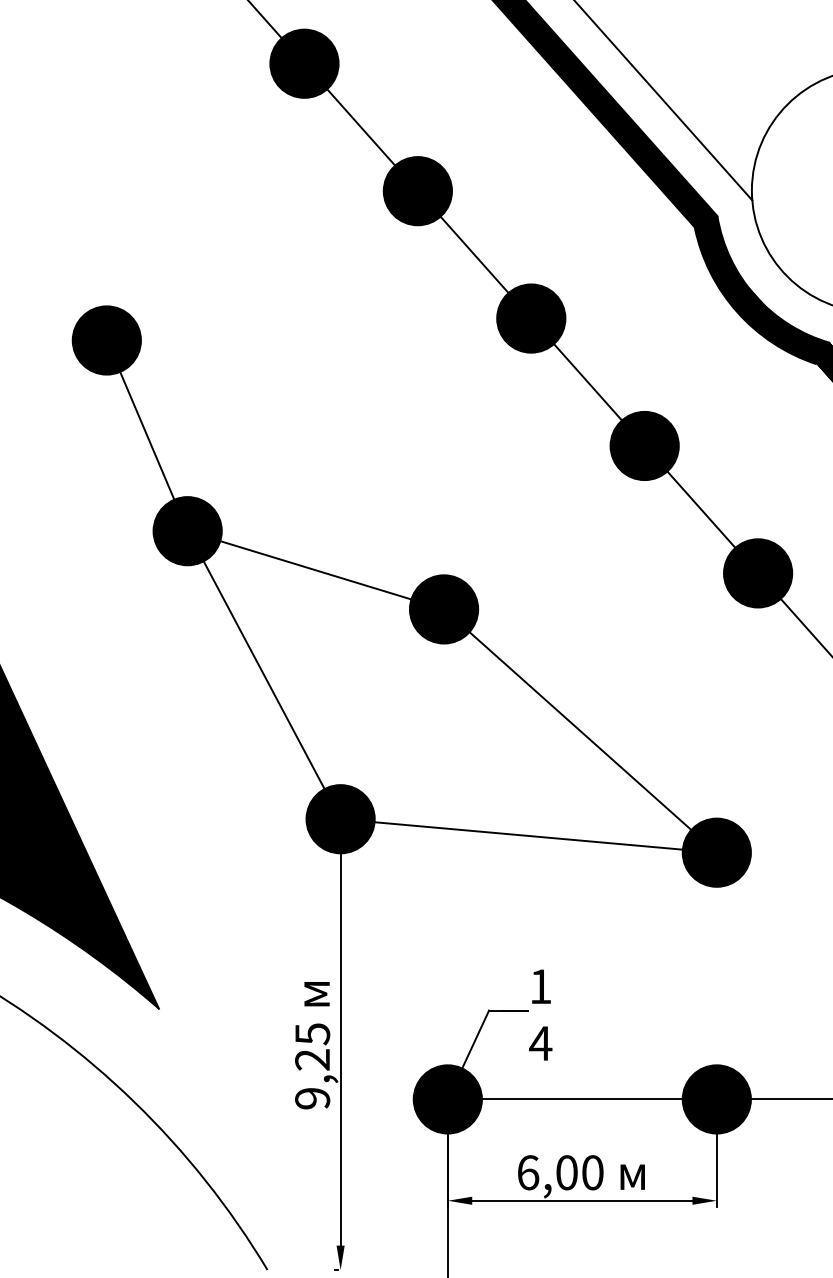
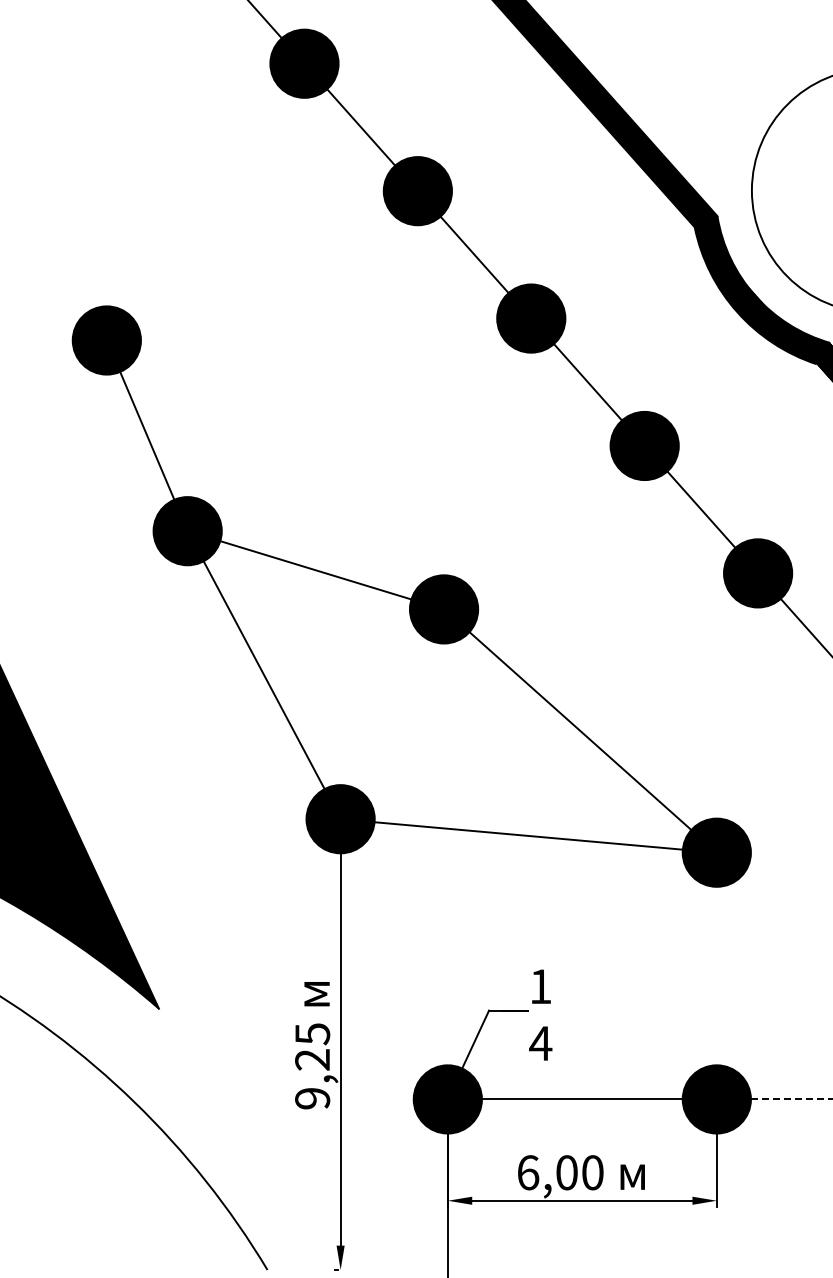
line at (663, 101): present -> none
line at (786, 1099): solid -> dashed
